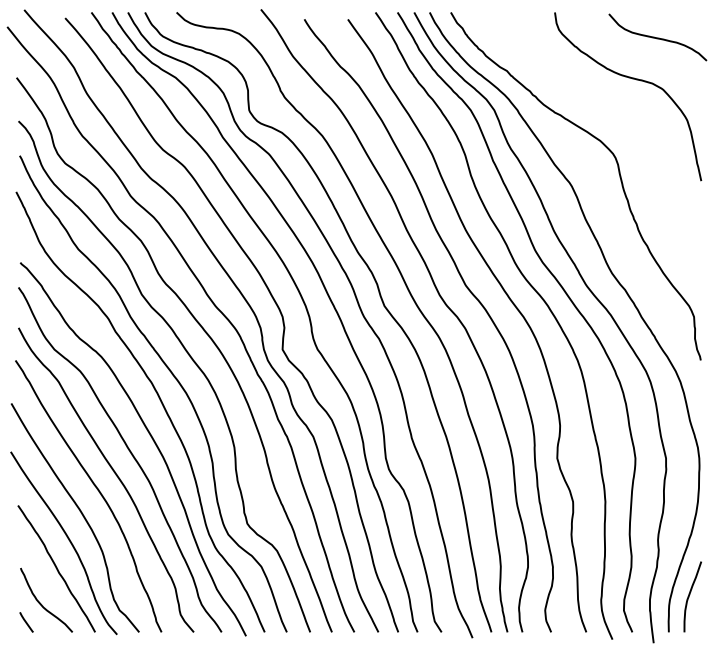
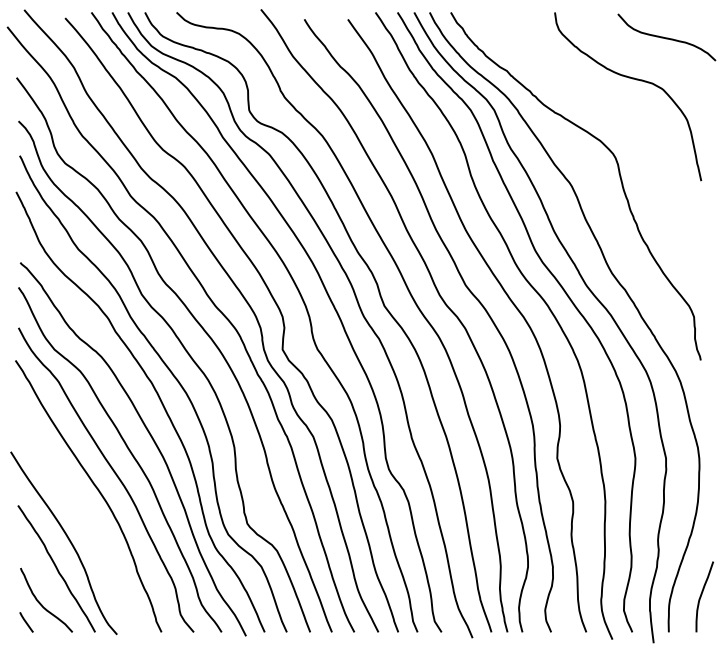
curve at (657, 37) position: (657, 37) -> (666, 37)
curve at (81, 514): present -> none
curve at (690, 594) position: (690, 594) -> (702, 594)
